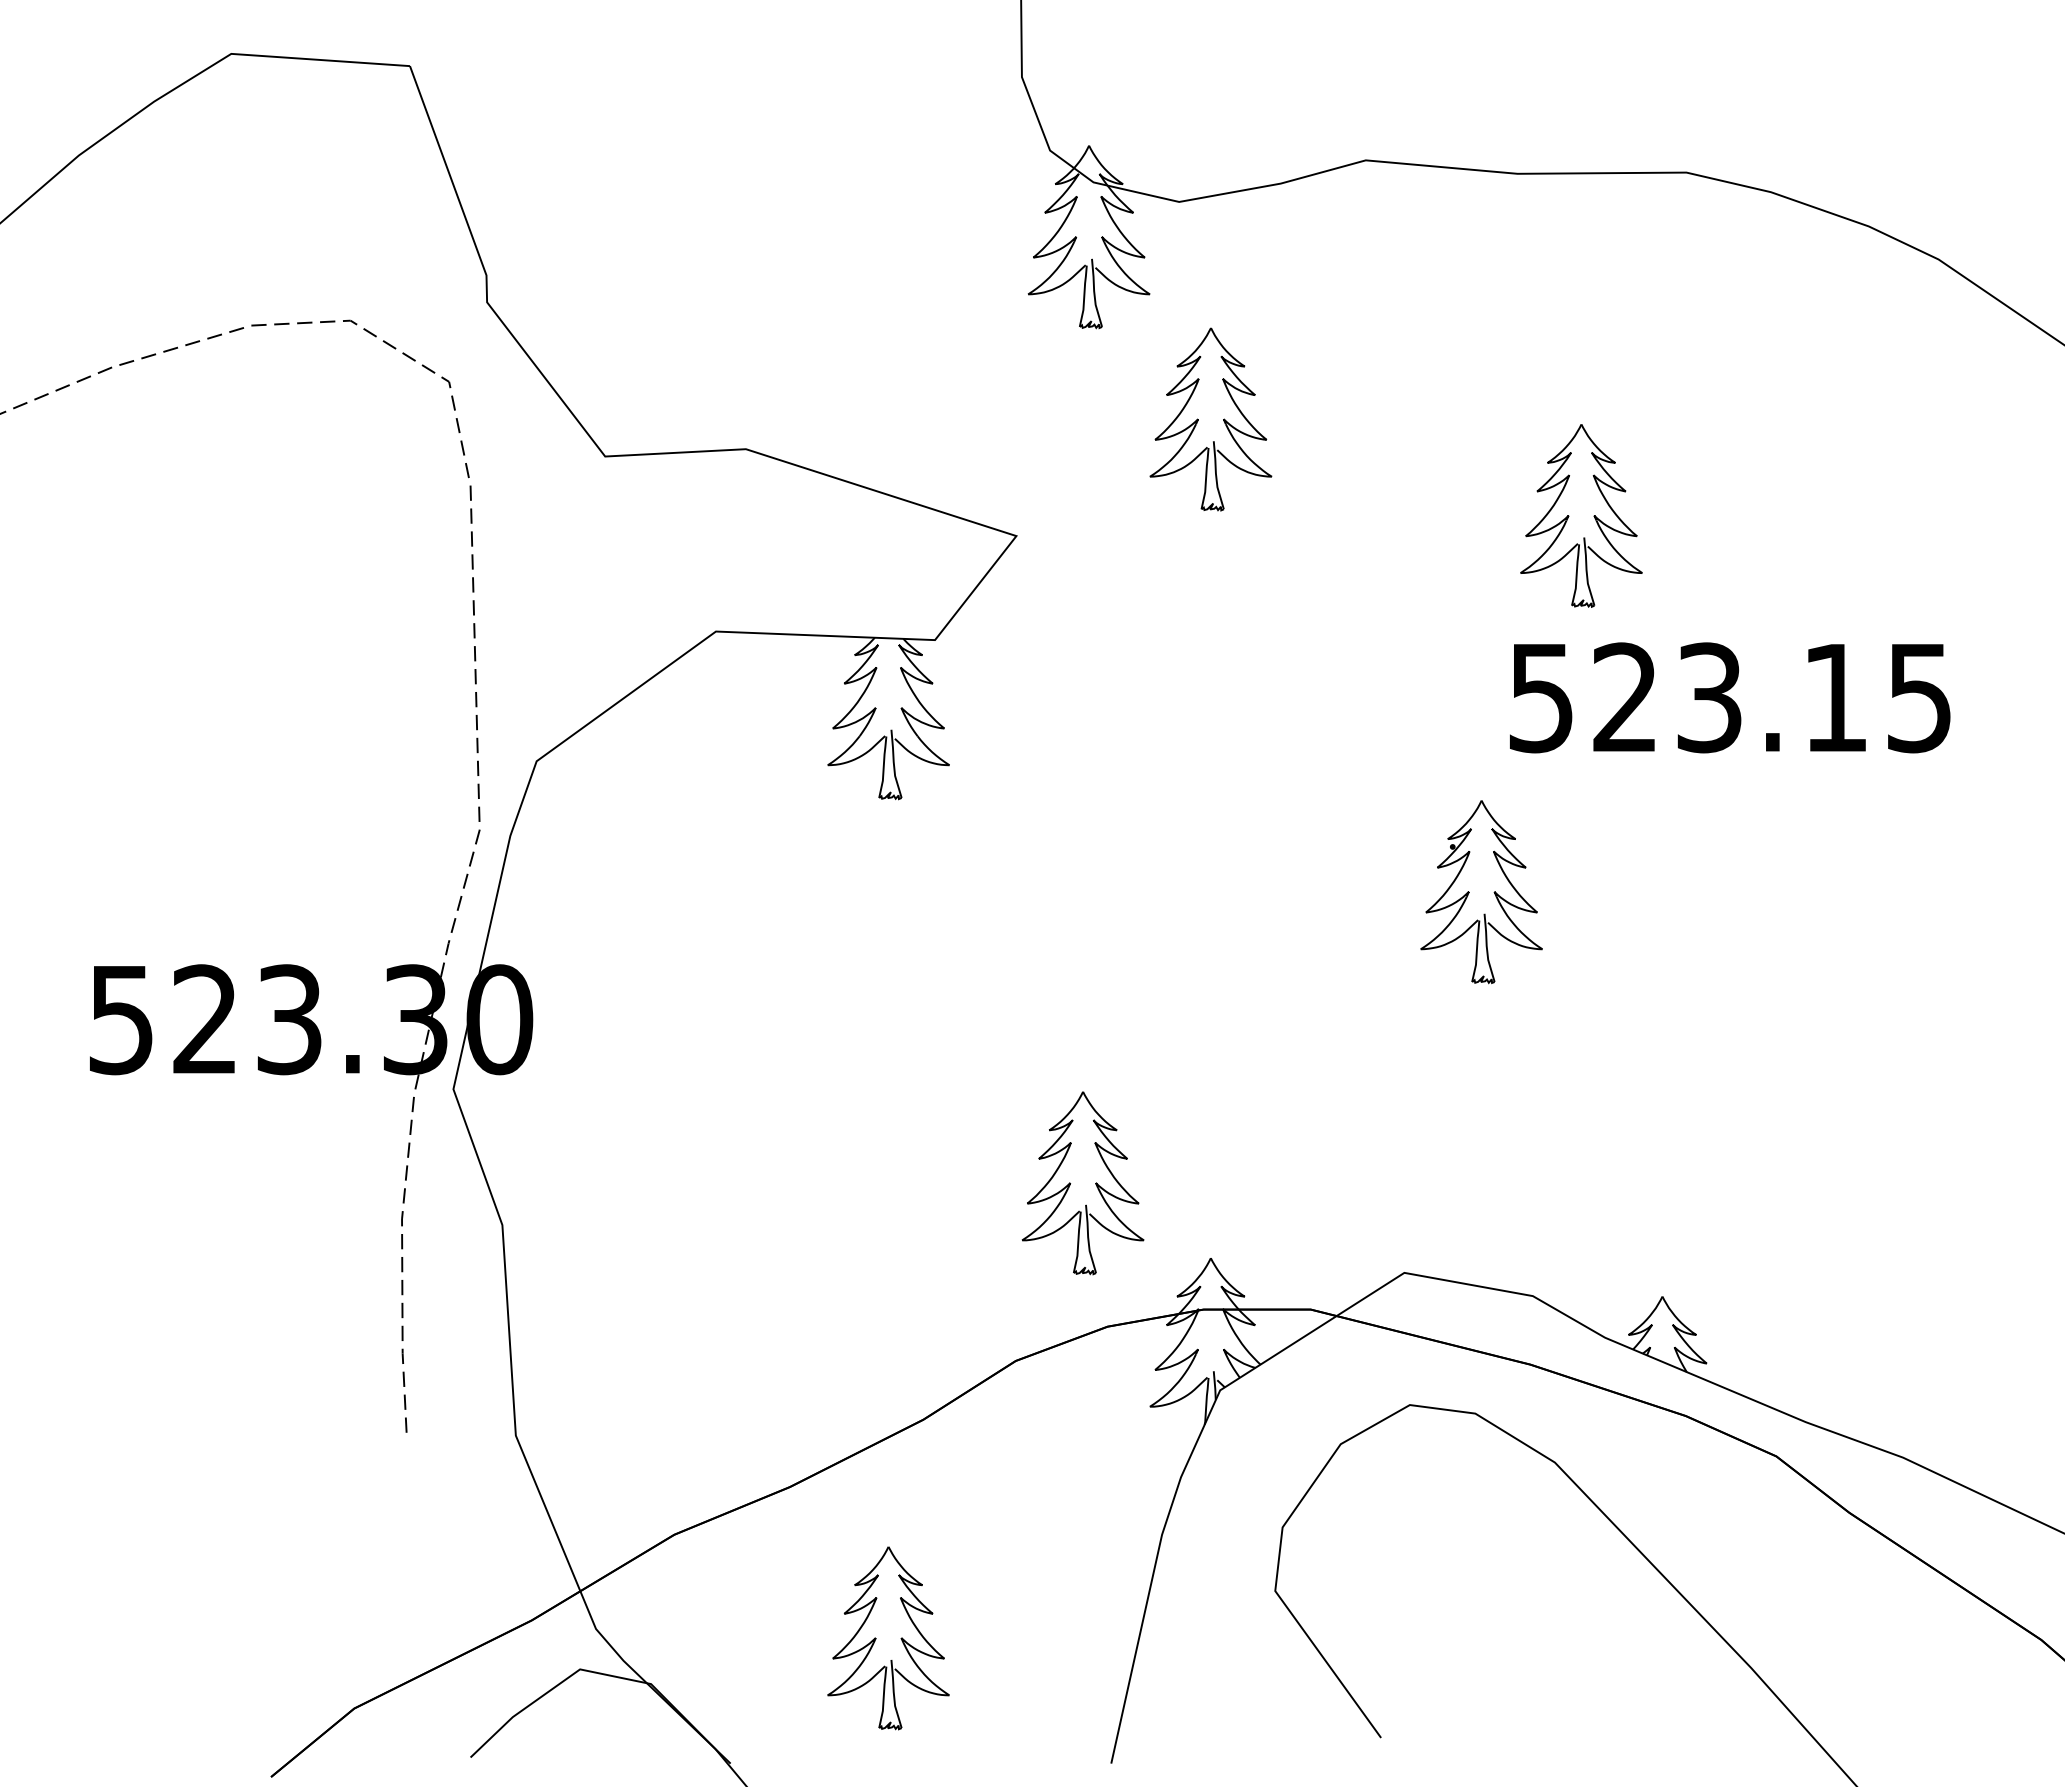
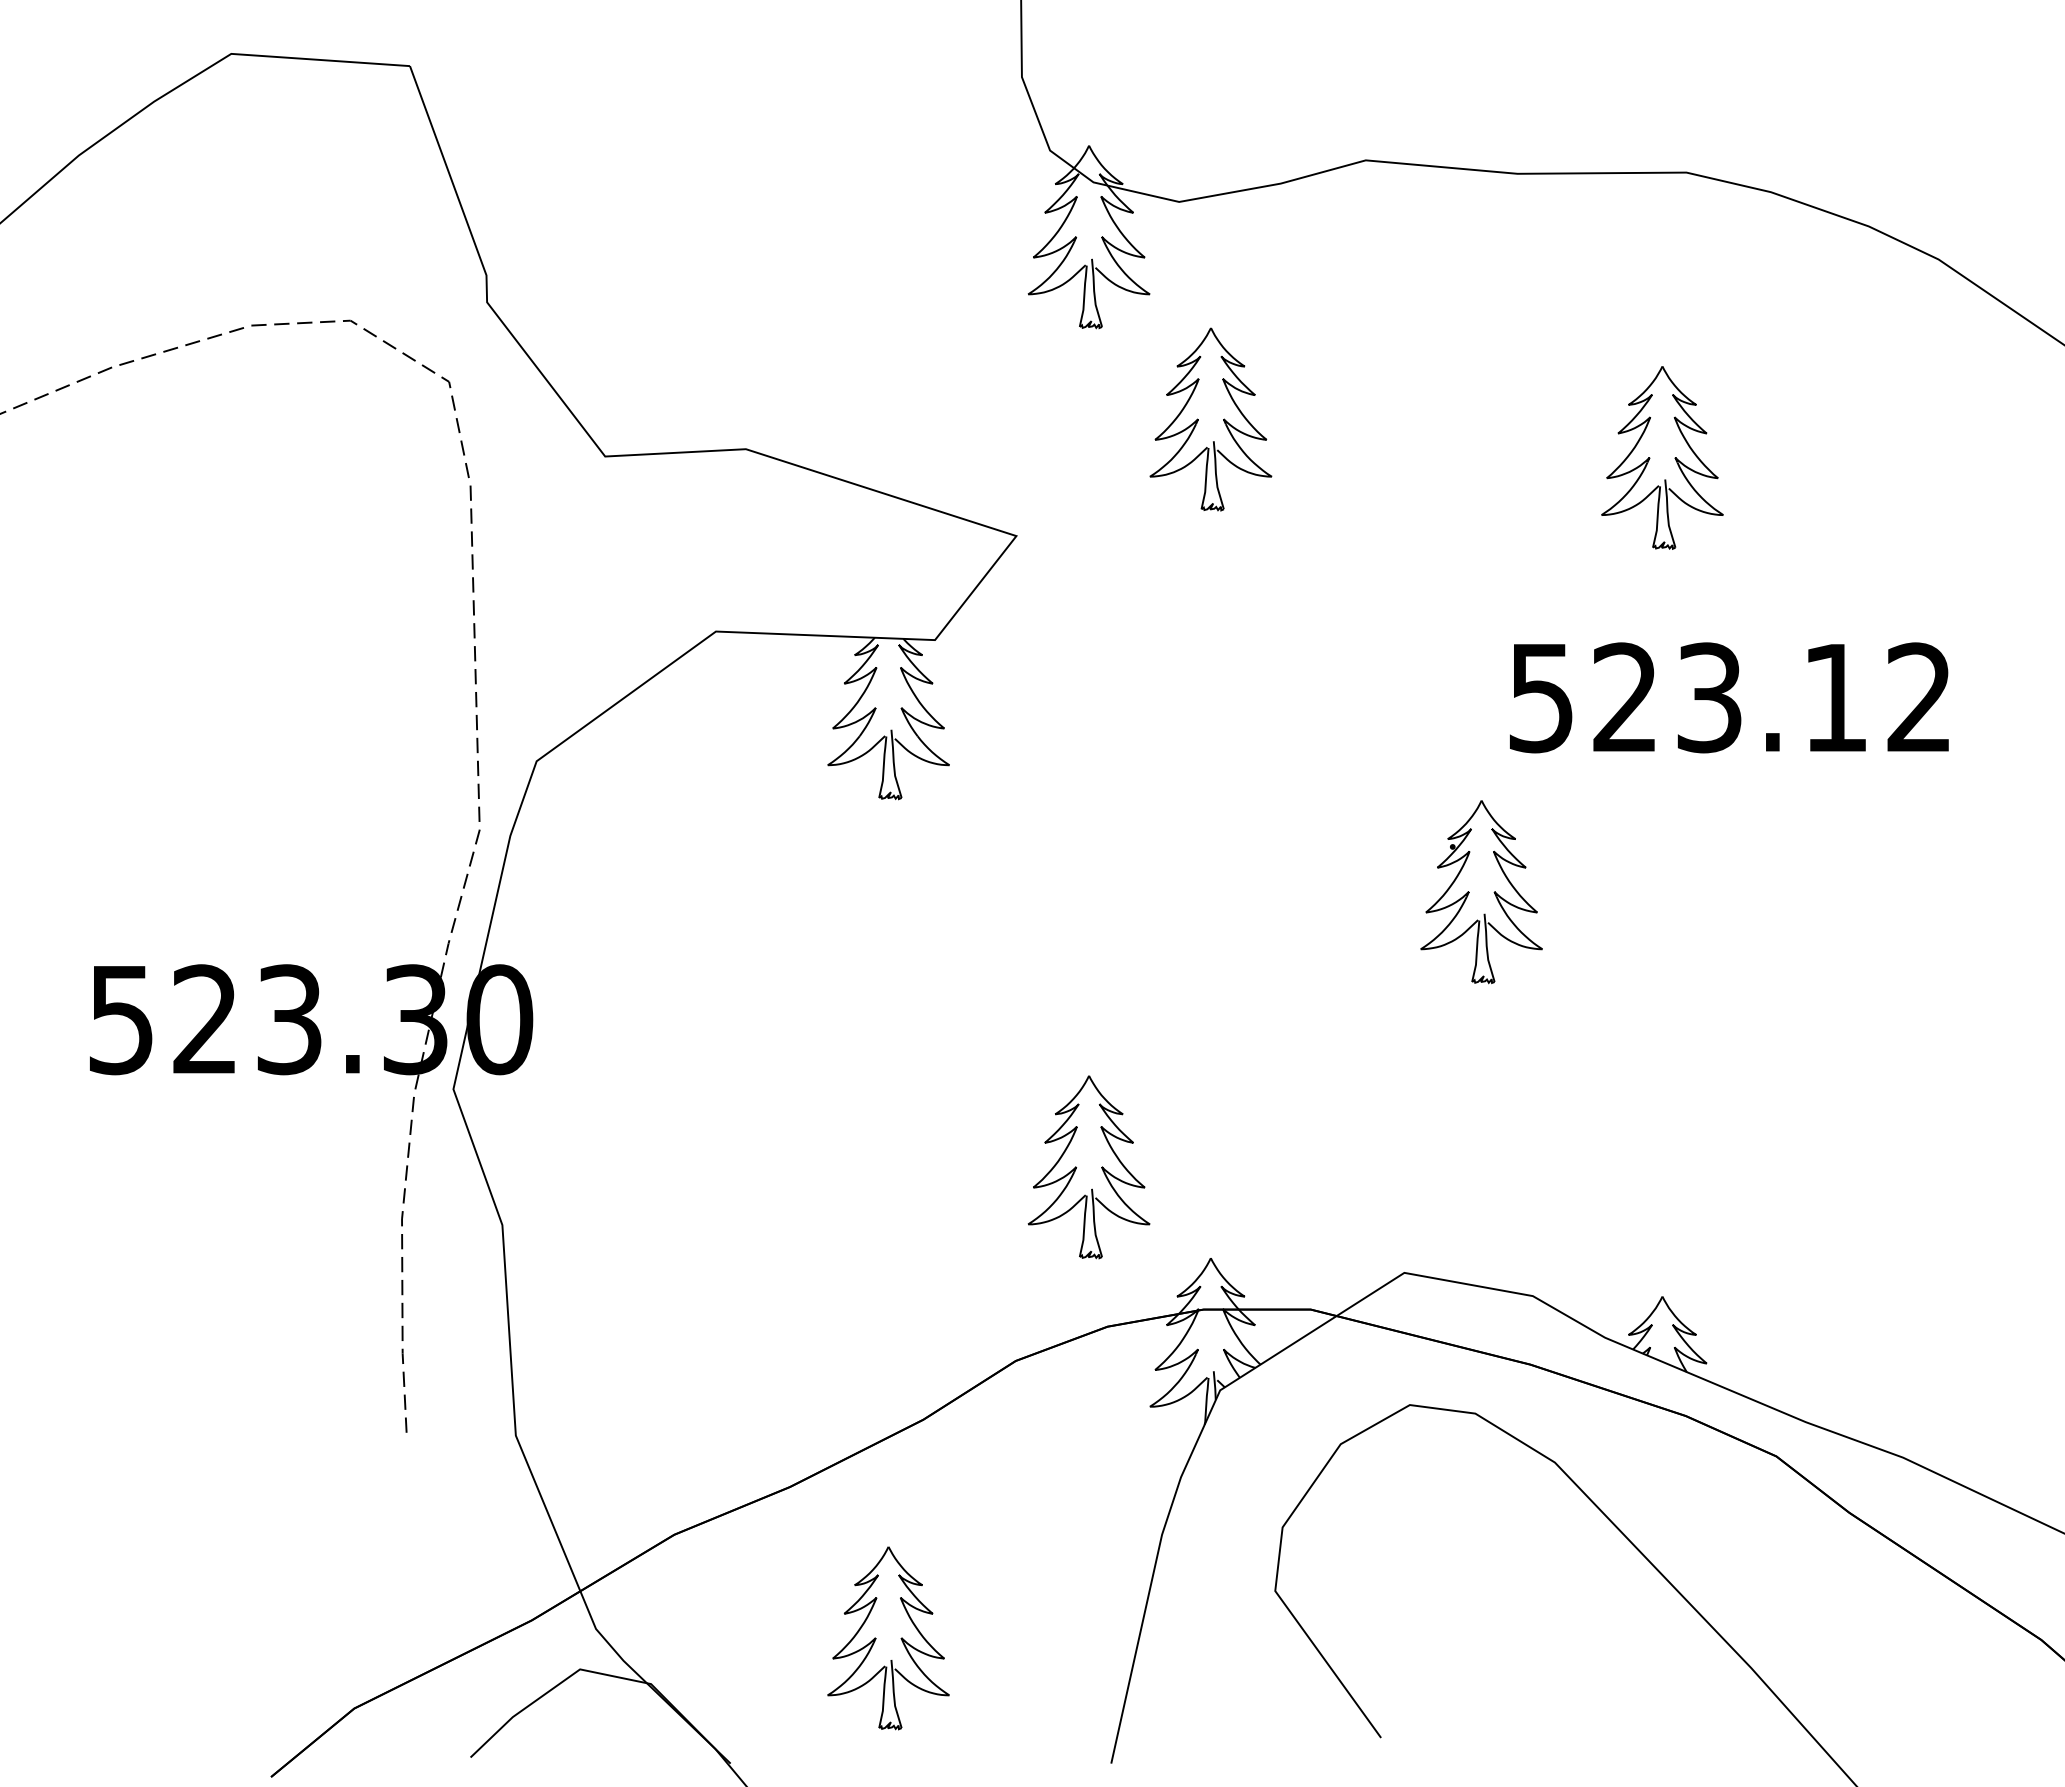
part at (1581, 515) position: (1581, 515) -> (1662, 457)
text at (1918, 697): 523.15 -> 523.12
part at (1071, 1183) position: (1071, 1183) -> (1077, 1167)
